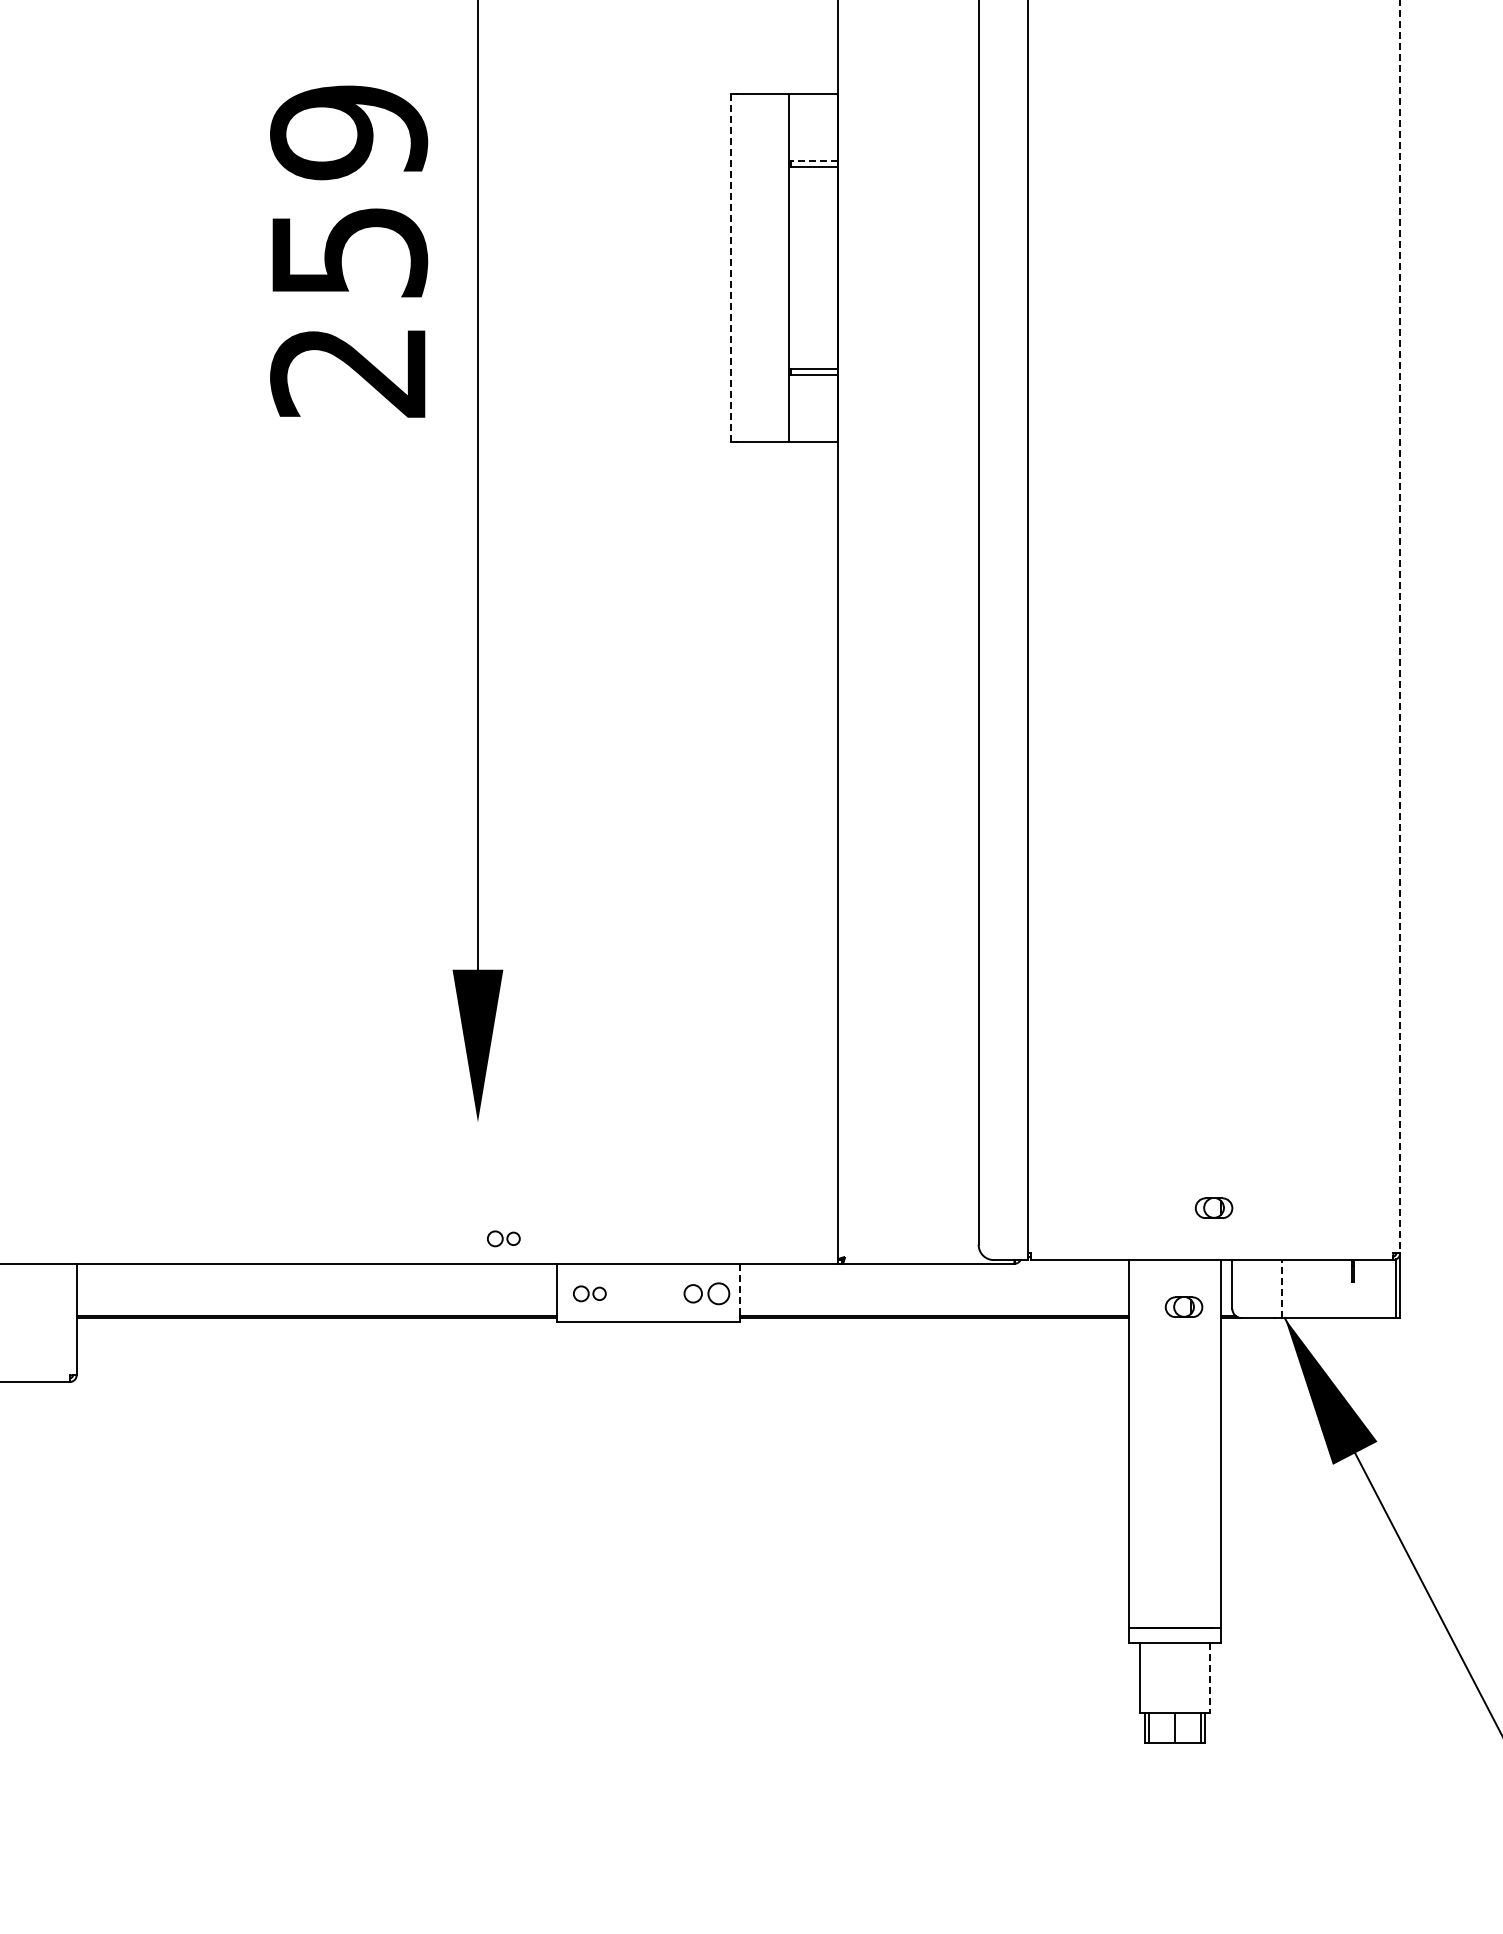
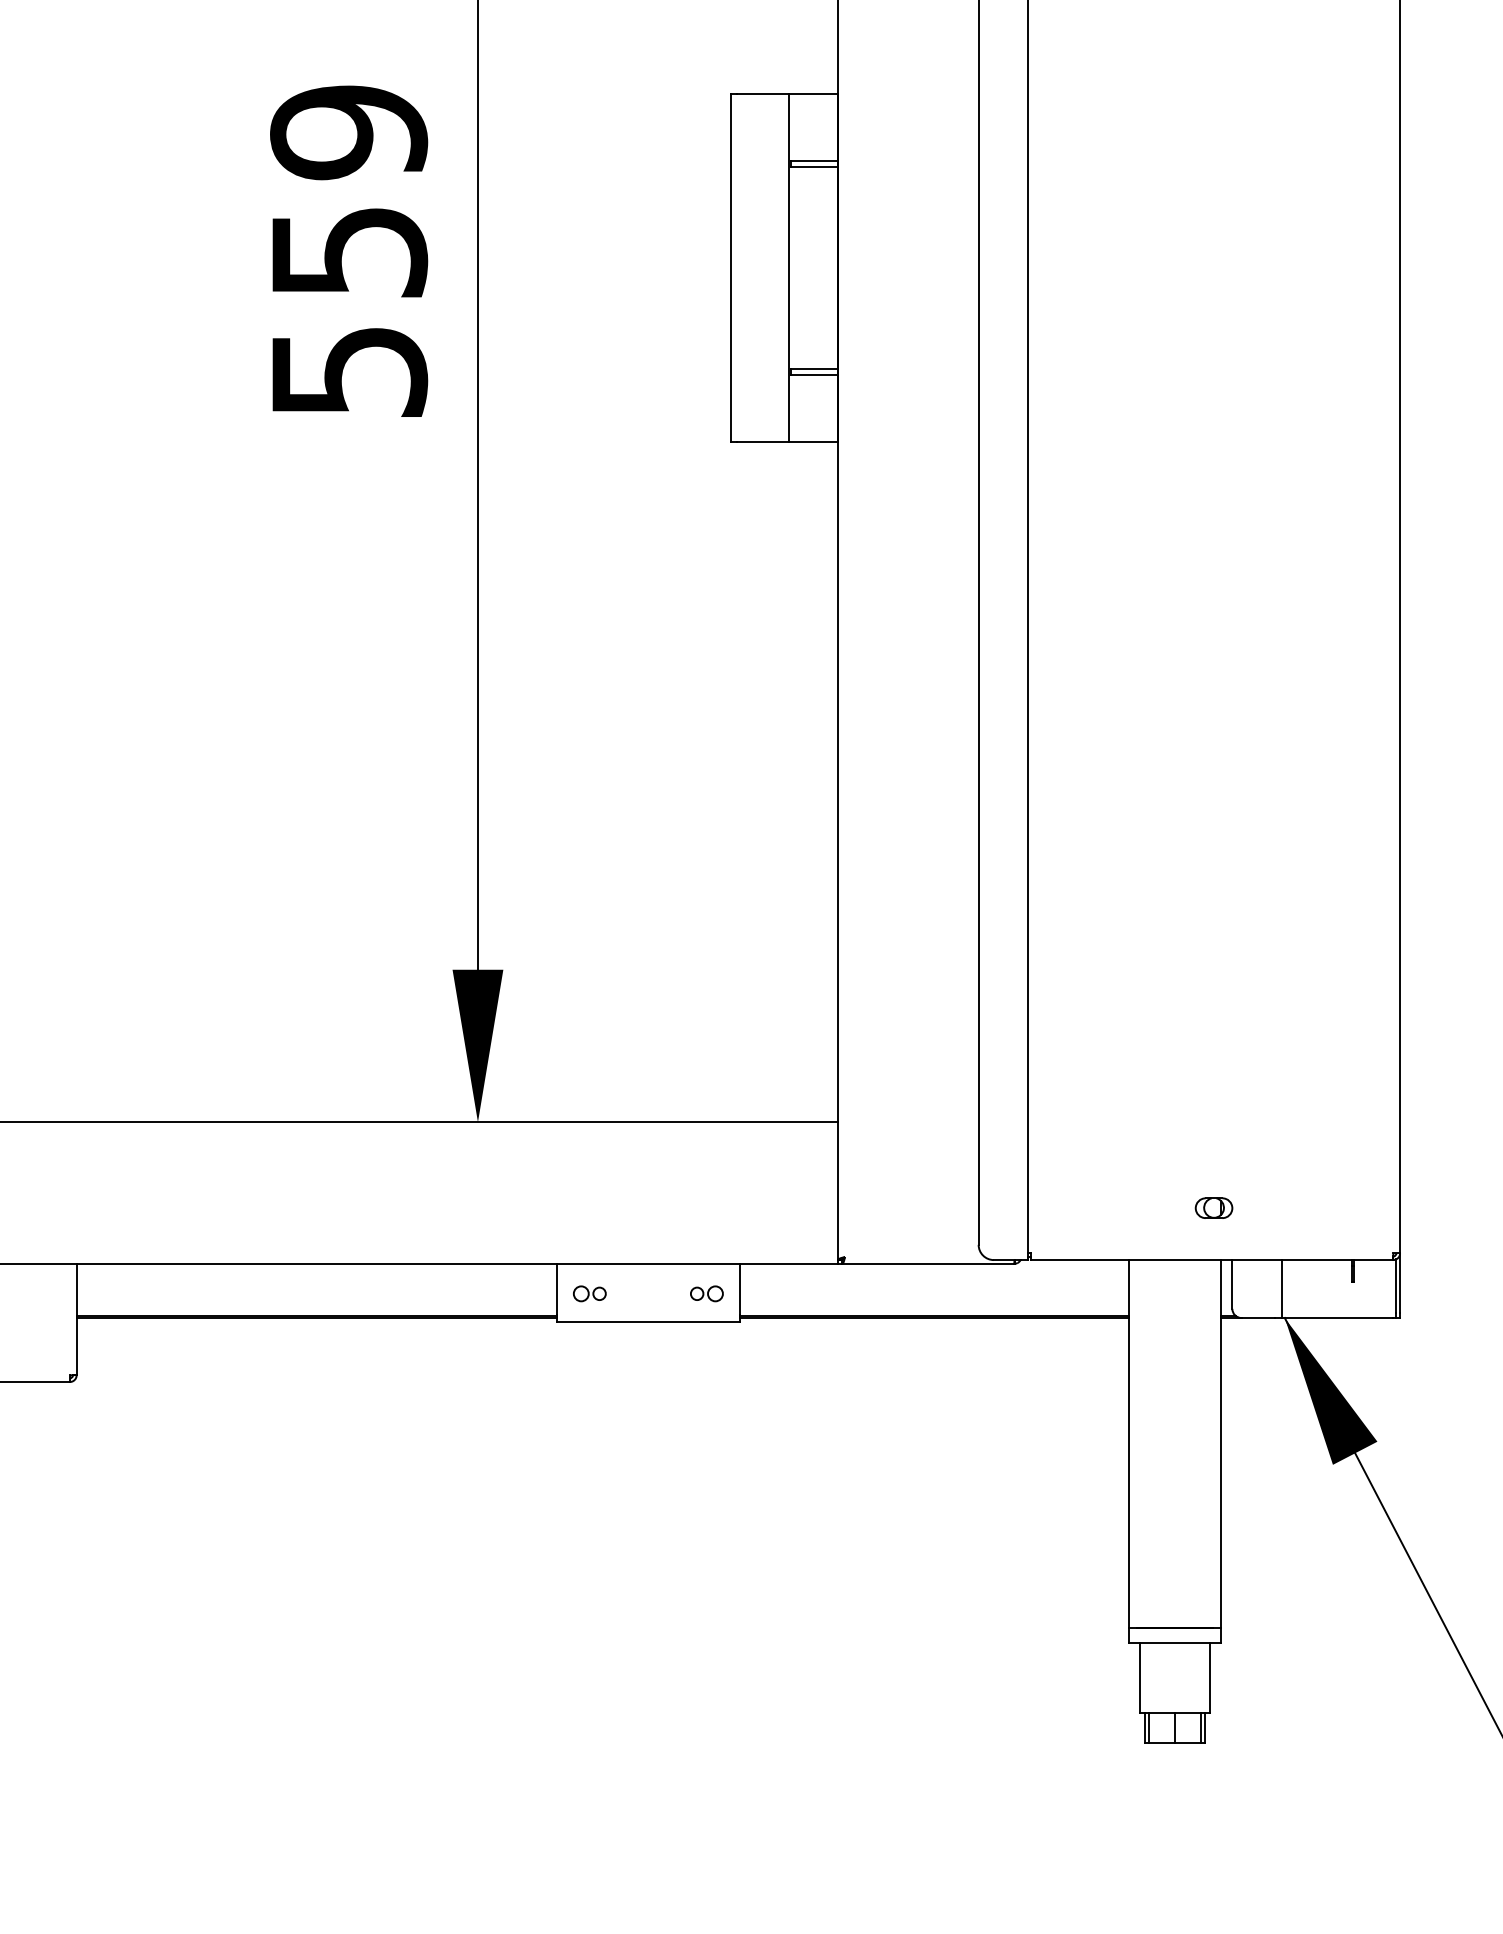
line at (813, 161): dashed -> solid
line at (731, 268): dashed -> solid
text at (349, 372): 259 -> 559
line at (1400, 627): dashed -> solid
line at (420, 1122): none -> present
part at (503, 1238): present -> none
line at (739, 1289): dashed -> solid
line at (1281, 1289): dashed -> solid
part at (706, 1293) size: 48x24 px -> 34x18 px
part at (1183, 1306): present -> none
line at (1210, 1678): dashed -> solid
